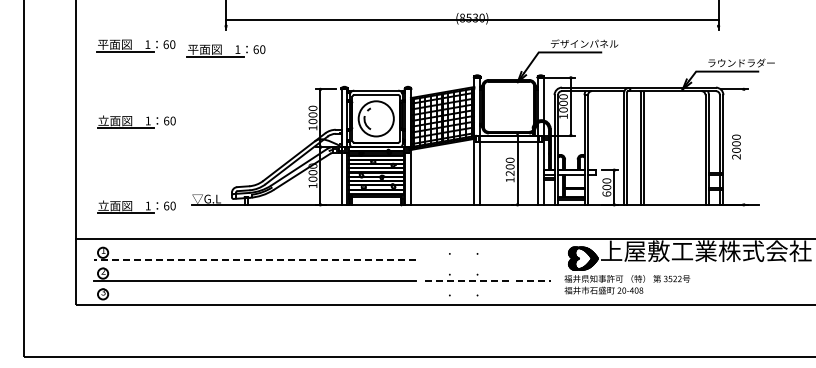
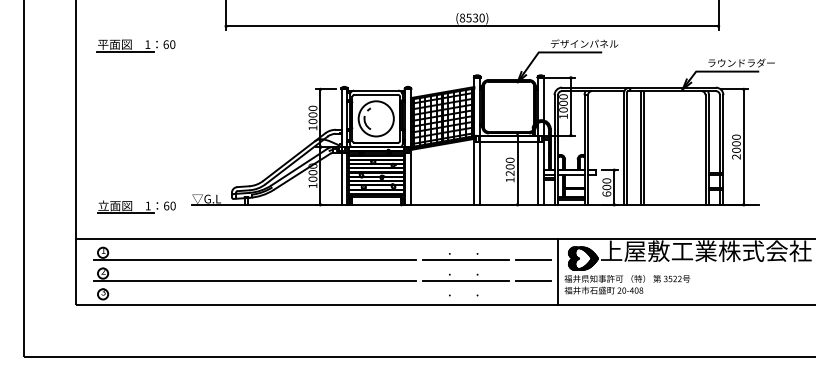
line at (472, 20) position: (472, 20) -> (472, 26)
part at (225, 50): present -> none
part at (136, 121): present -> none
line at (743, 146): none -> present
line at (255, 259): dashed -> solid
line at (465, 259): none -> present
line at (533, 259): none -> present
line at (557, 271): none -> present
line at (465, 280): dashed -> solid
line at (533, 280): dashed -> solid
